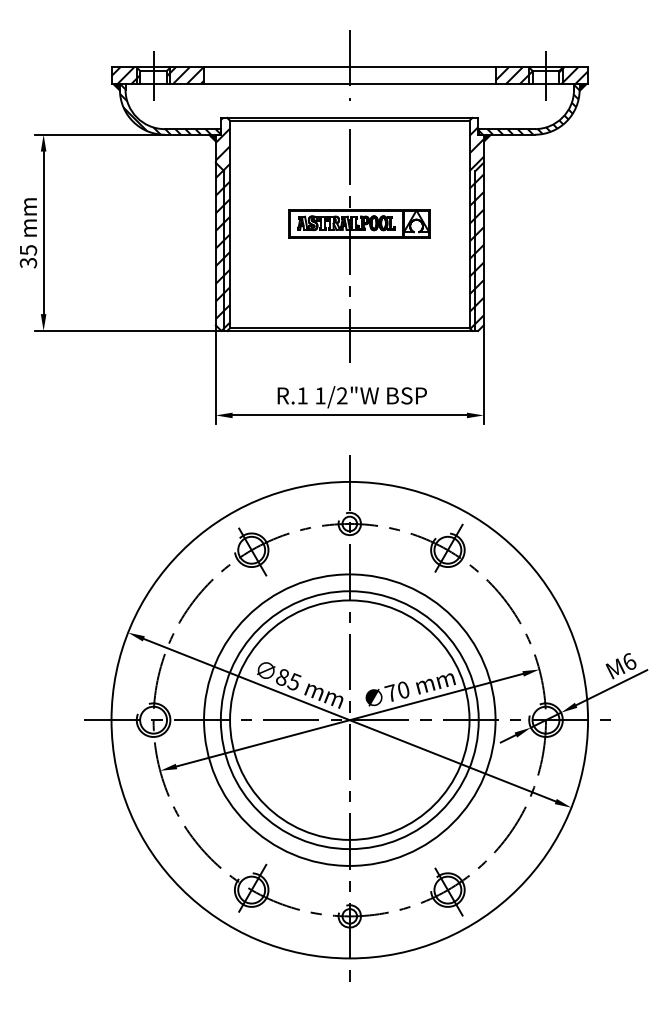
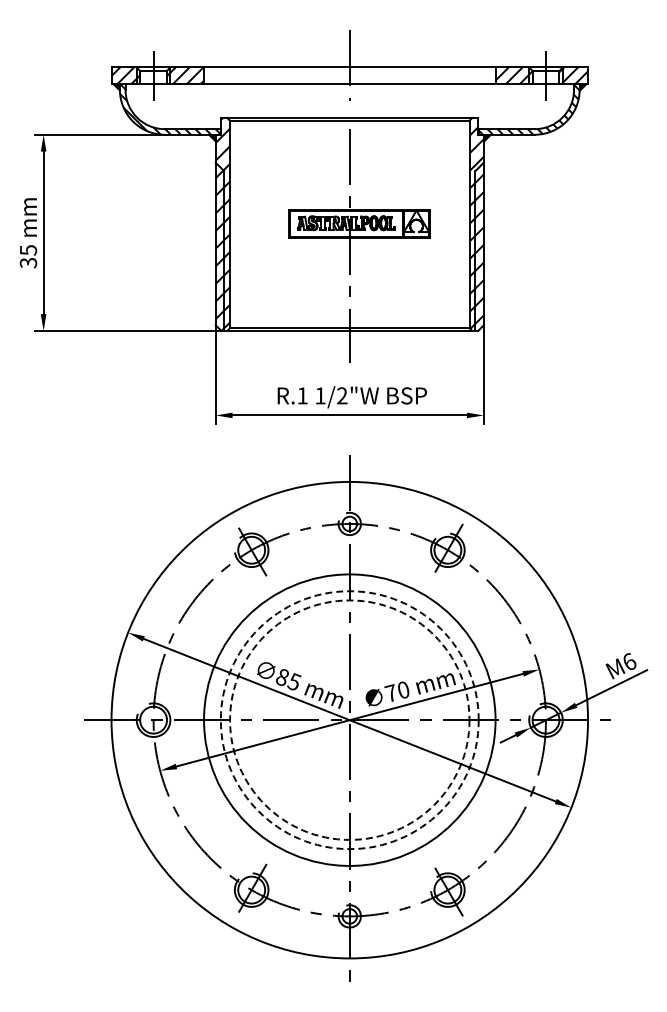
circle at (349, 719): solid -> dashed
circle at (349, 720): solid -> dashed
